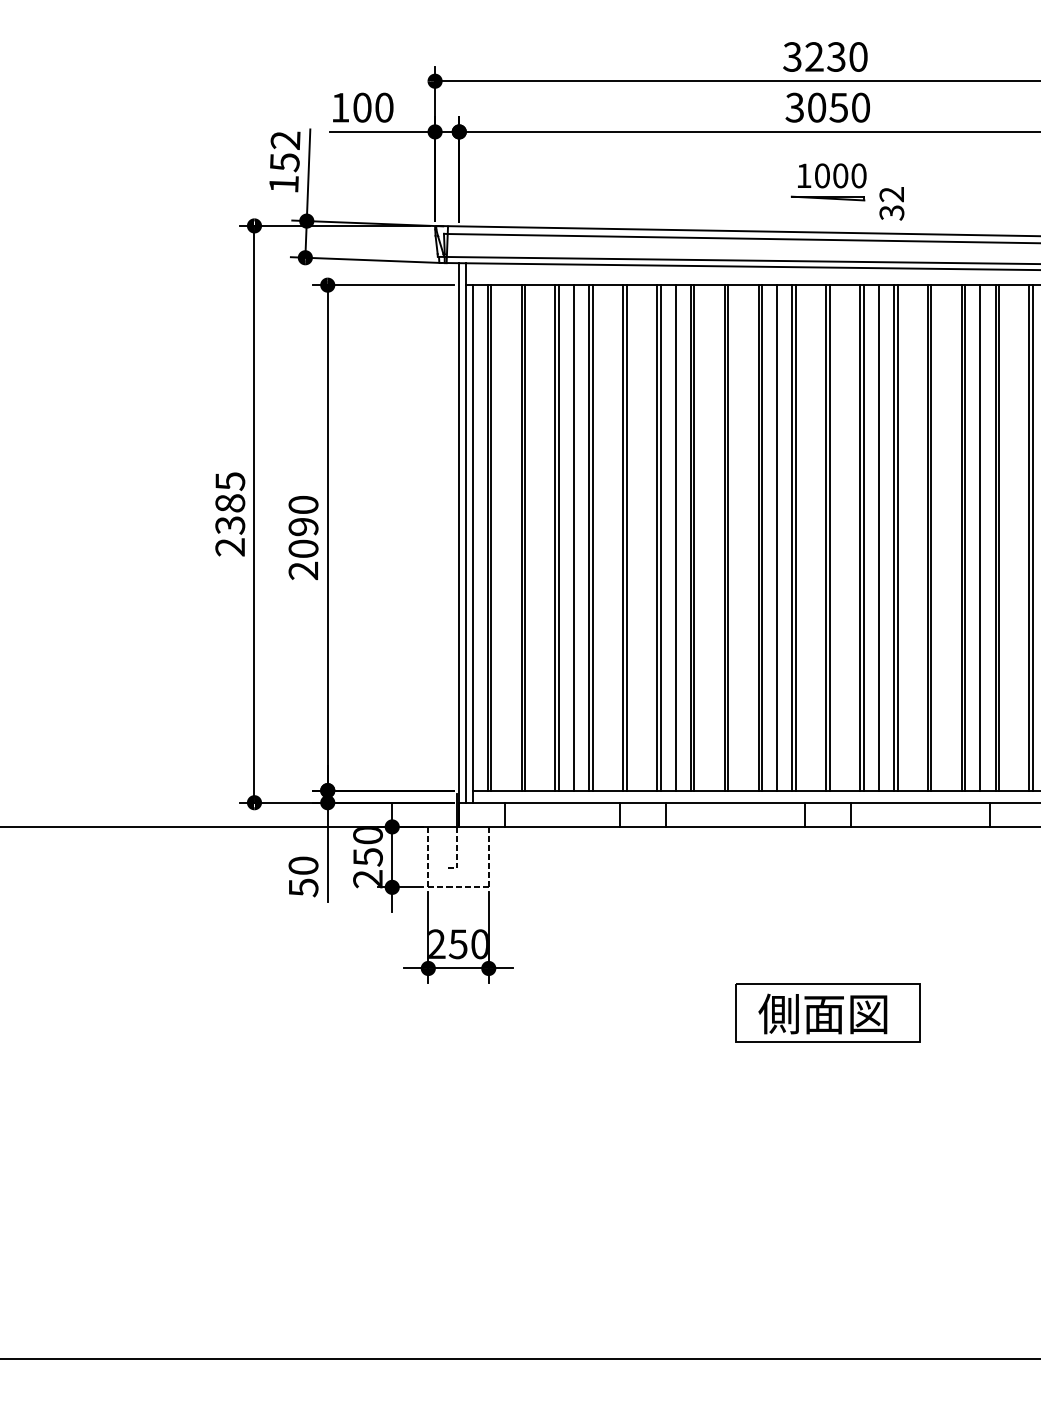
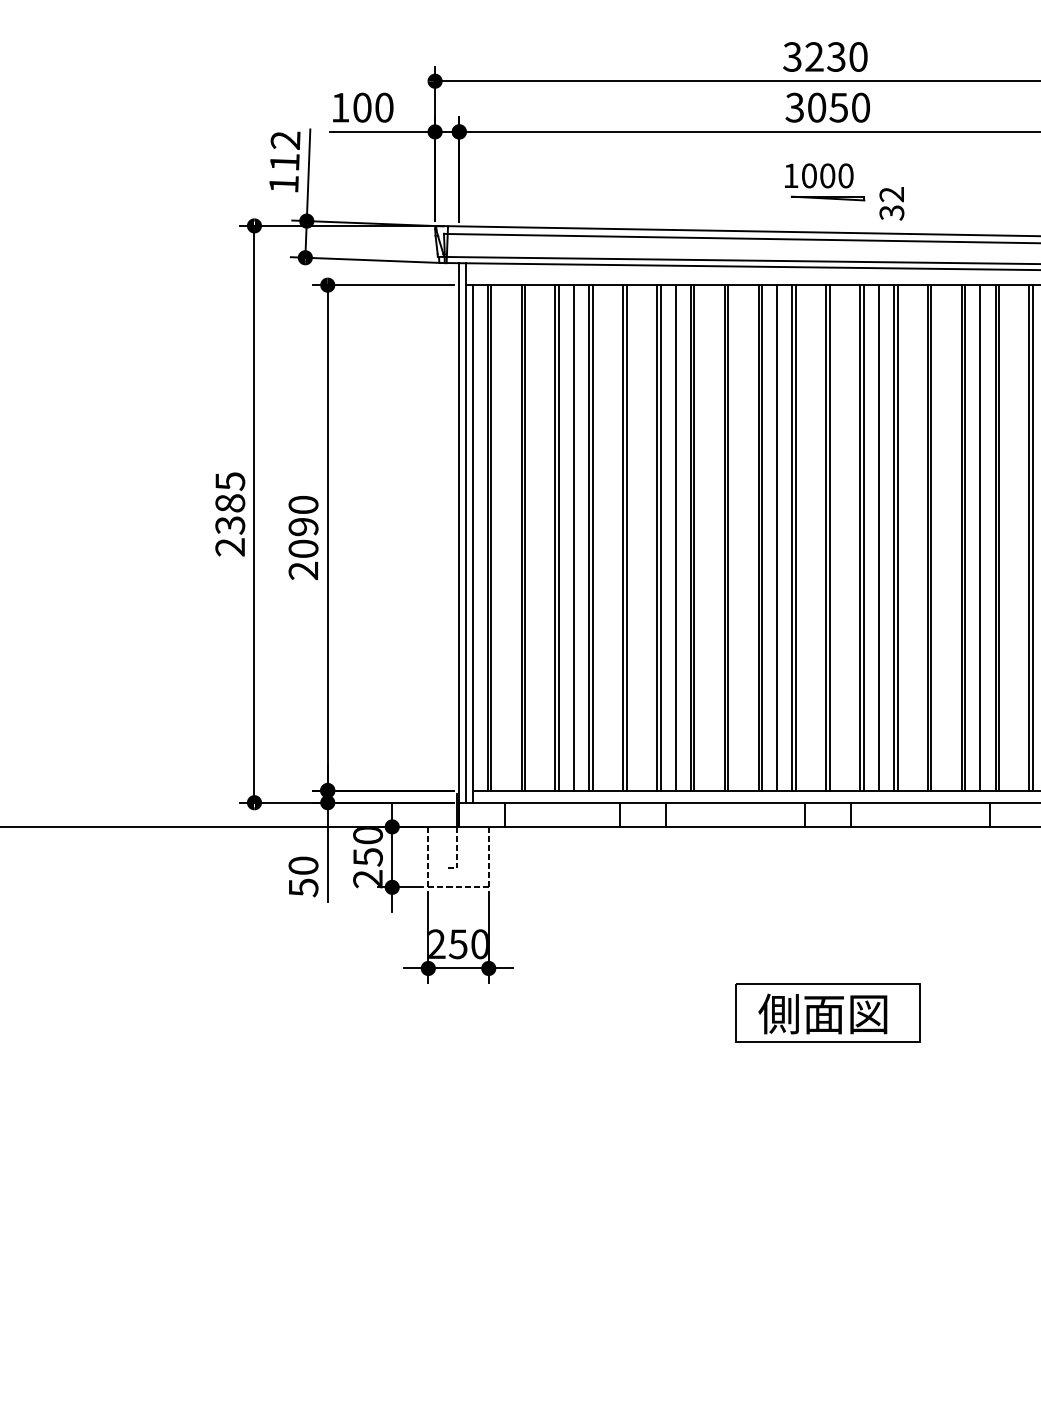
text at (284, 162): 152 -> 112
text at (832, 175) position: (832, 175) -> (819, 175)
line at (519, 1358): present -> none
